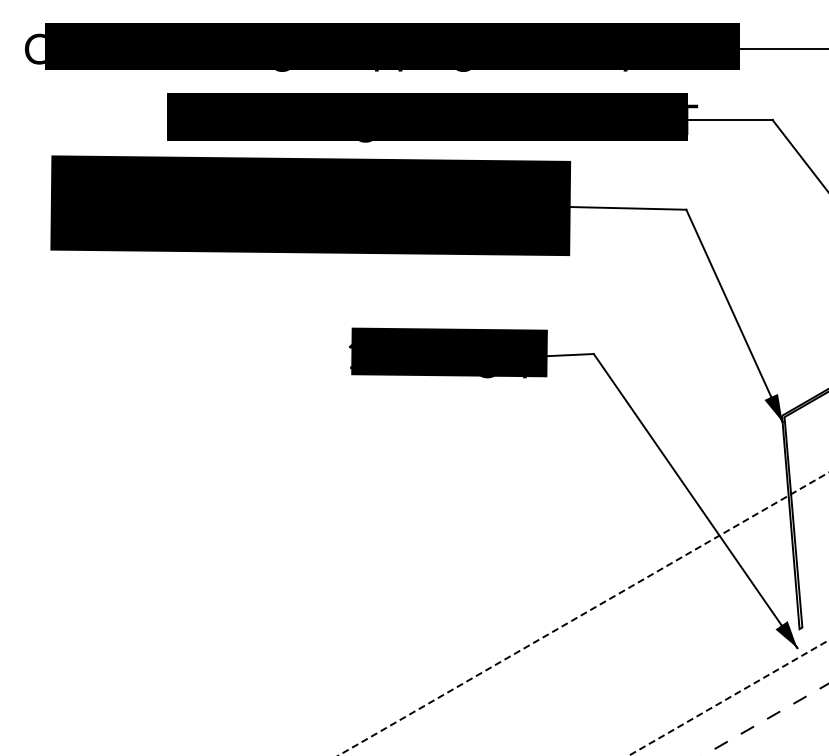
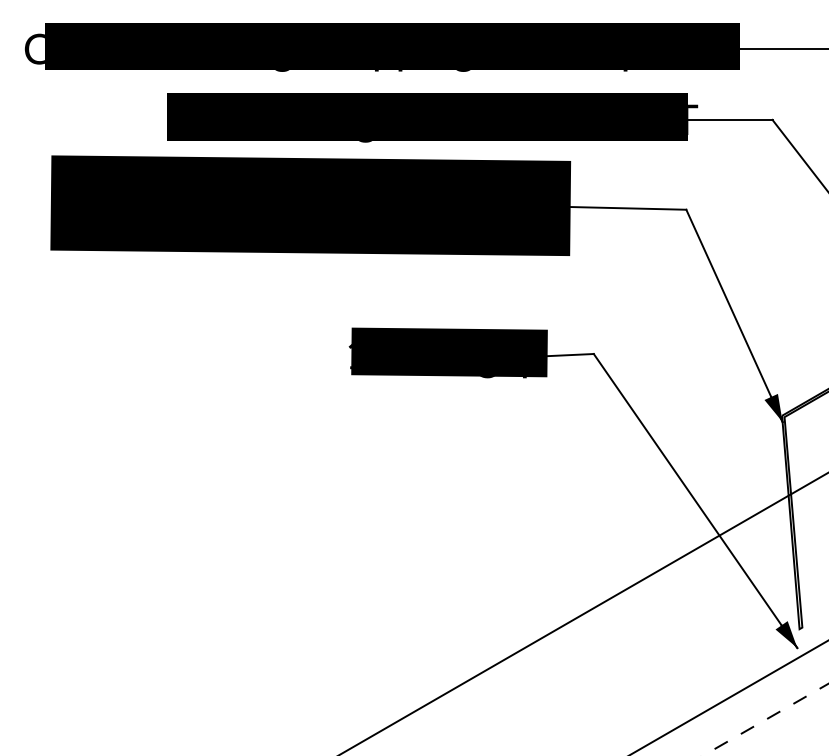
line at (683, 556): dashed -> solid
